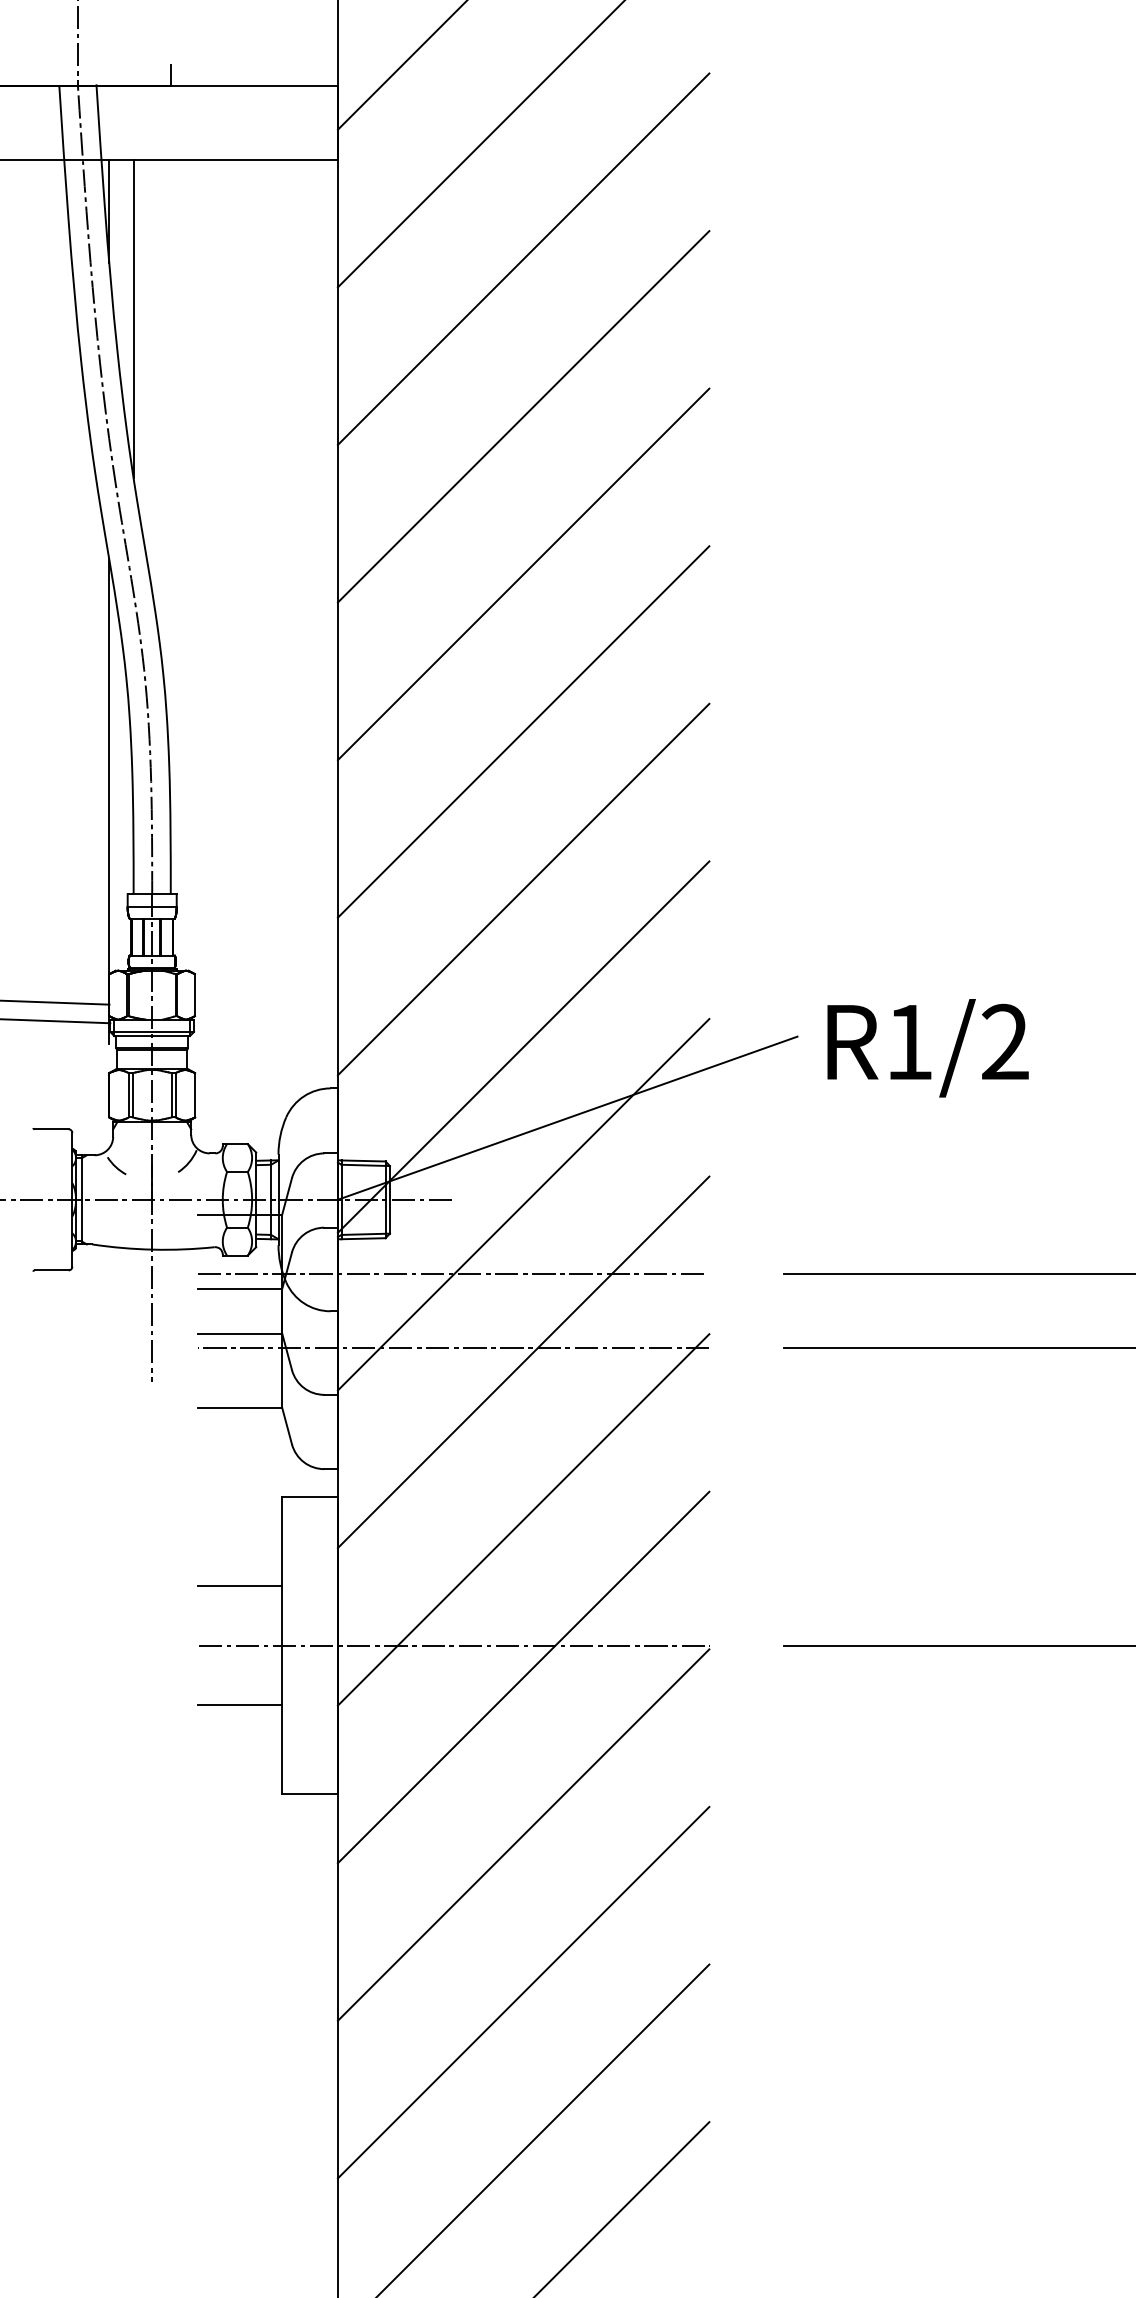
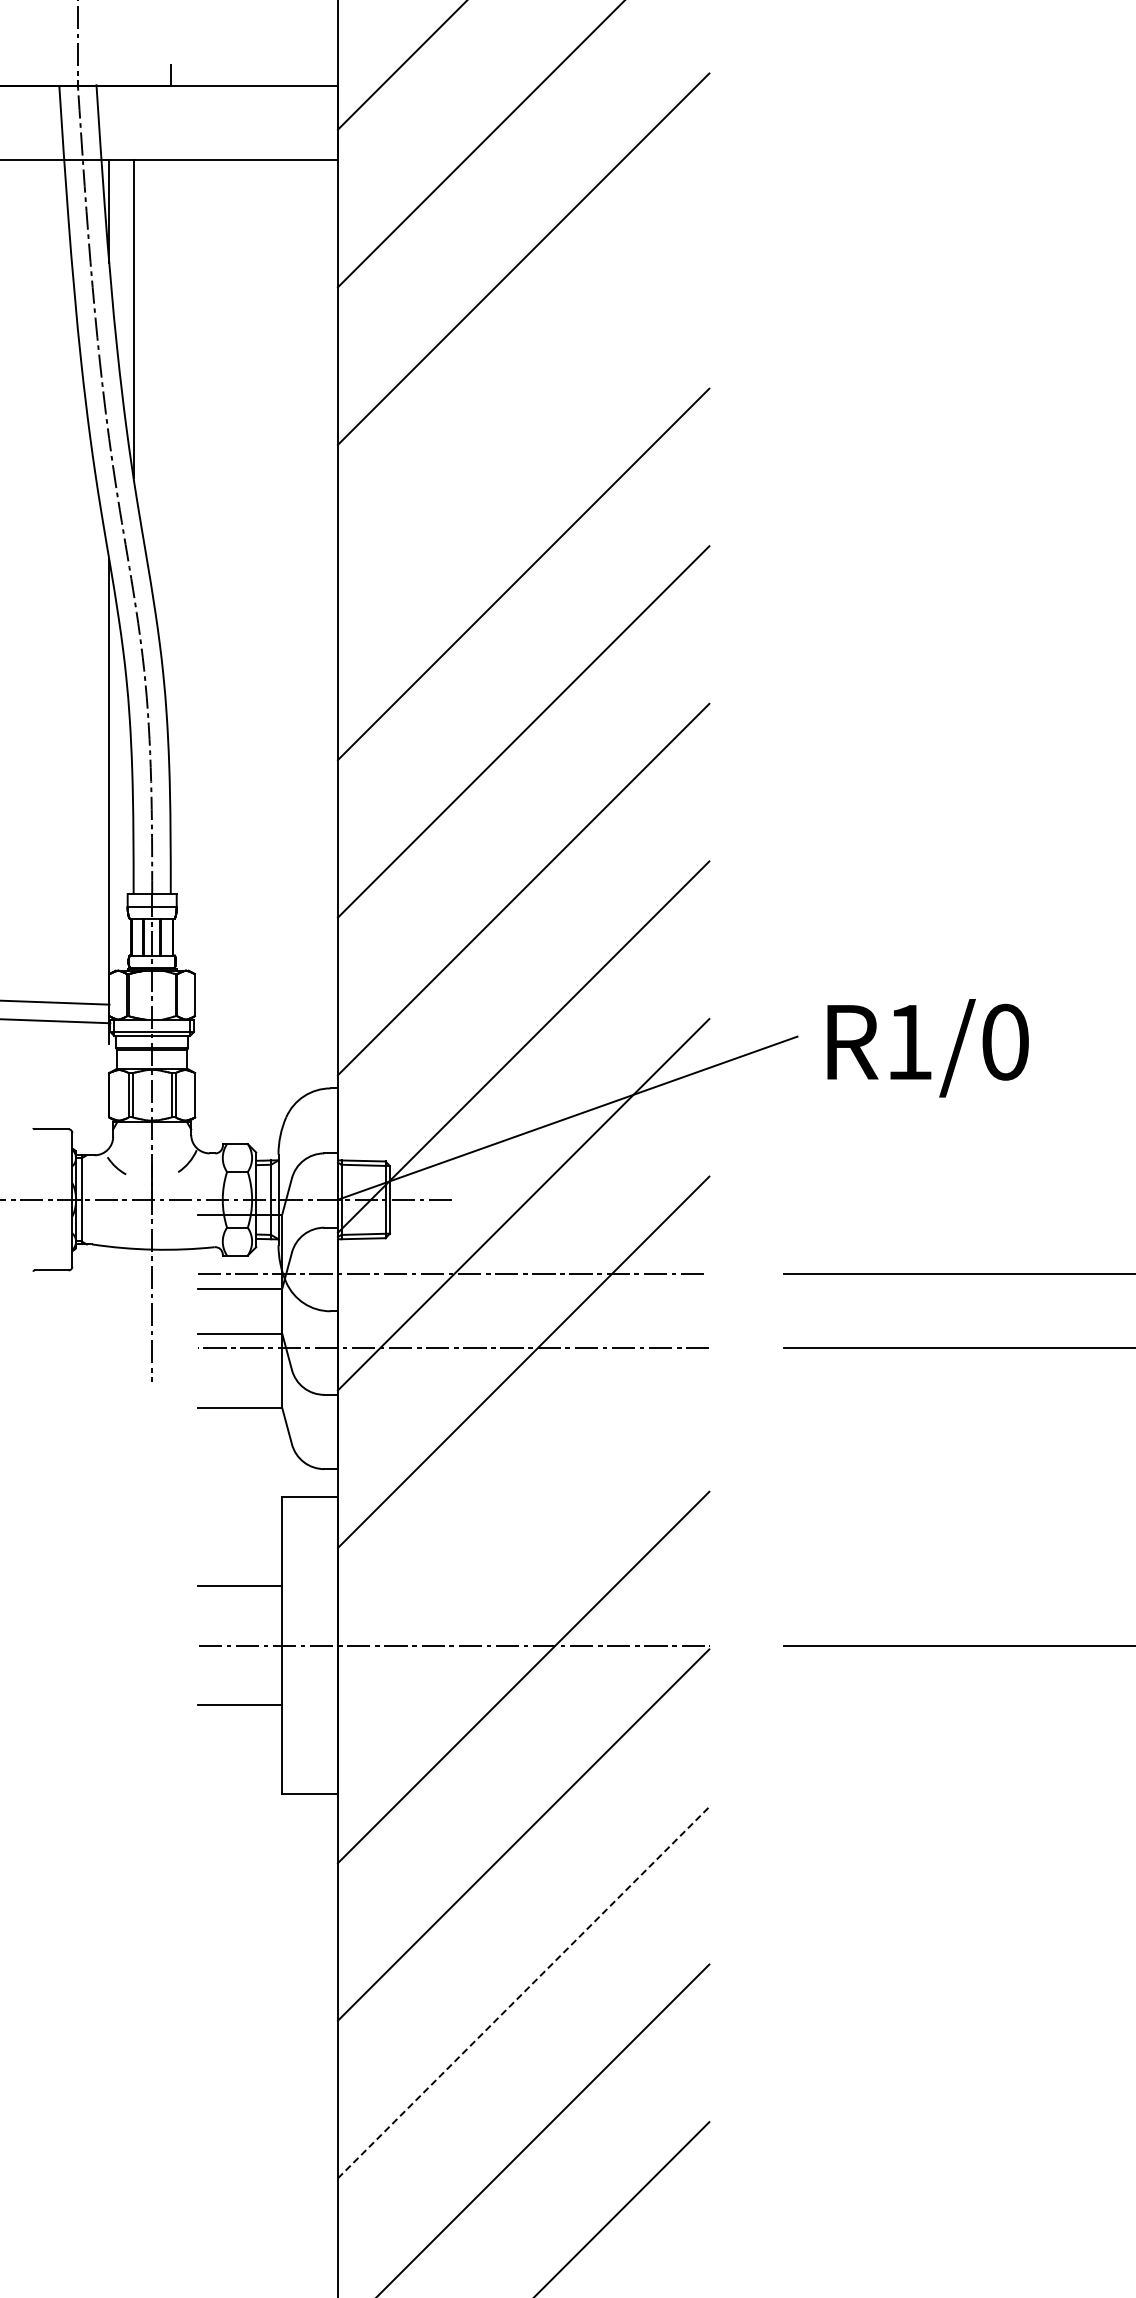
line at (523, 416): present -> none
text at (1004, 1041): R1/2 -> R1/0
line at (523, 1519): present -> none
line at (523, 1992): solid -> dashed
